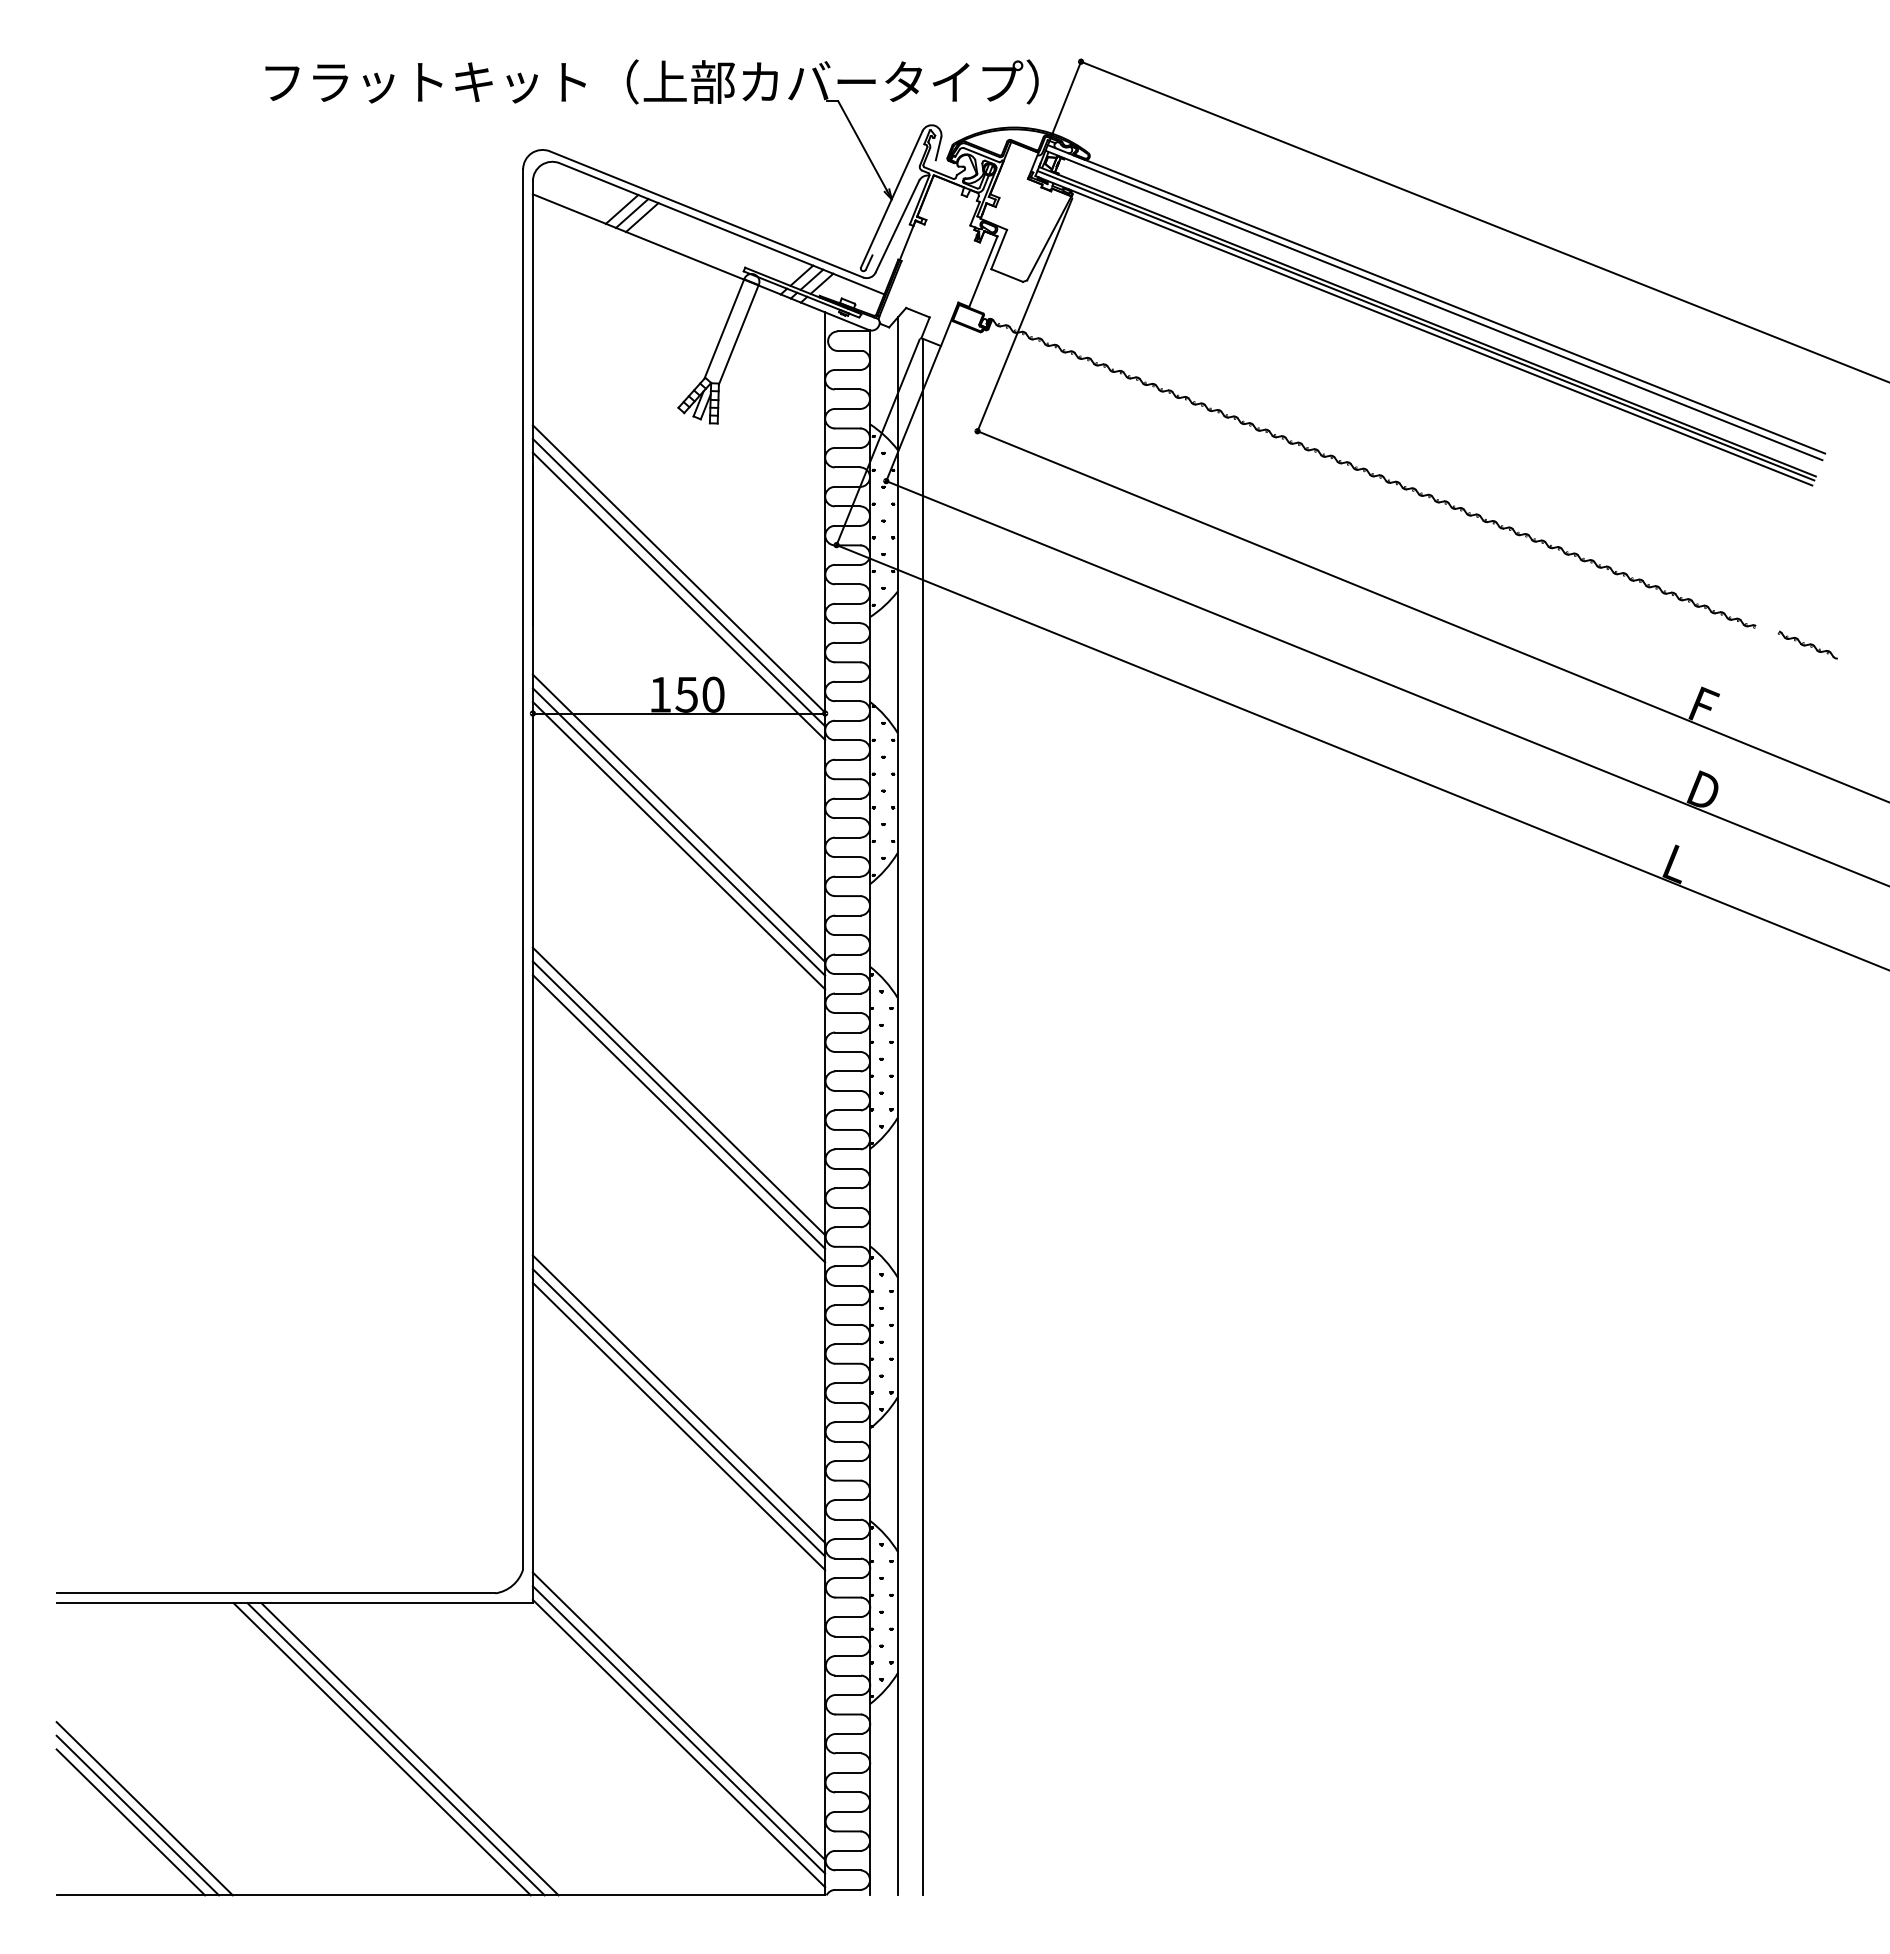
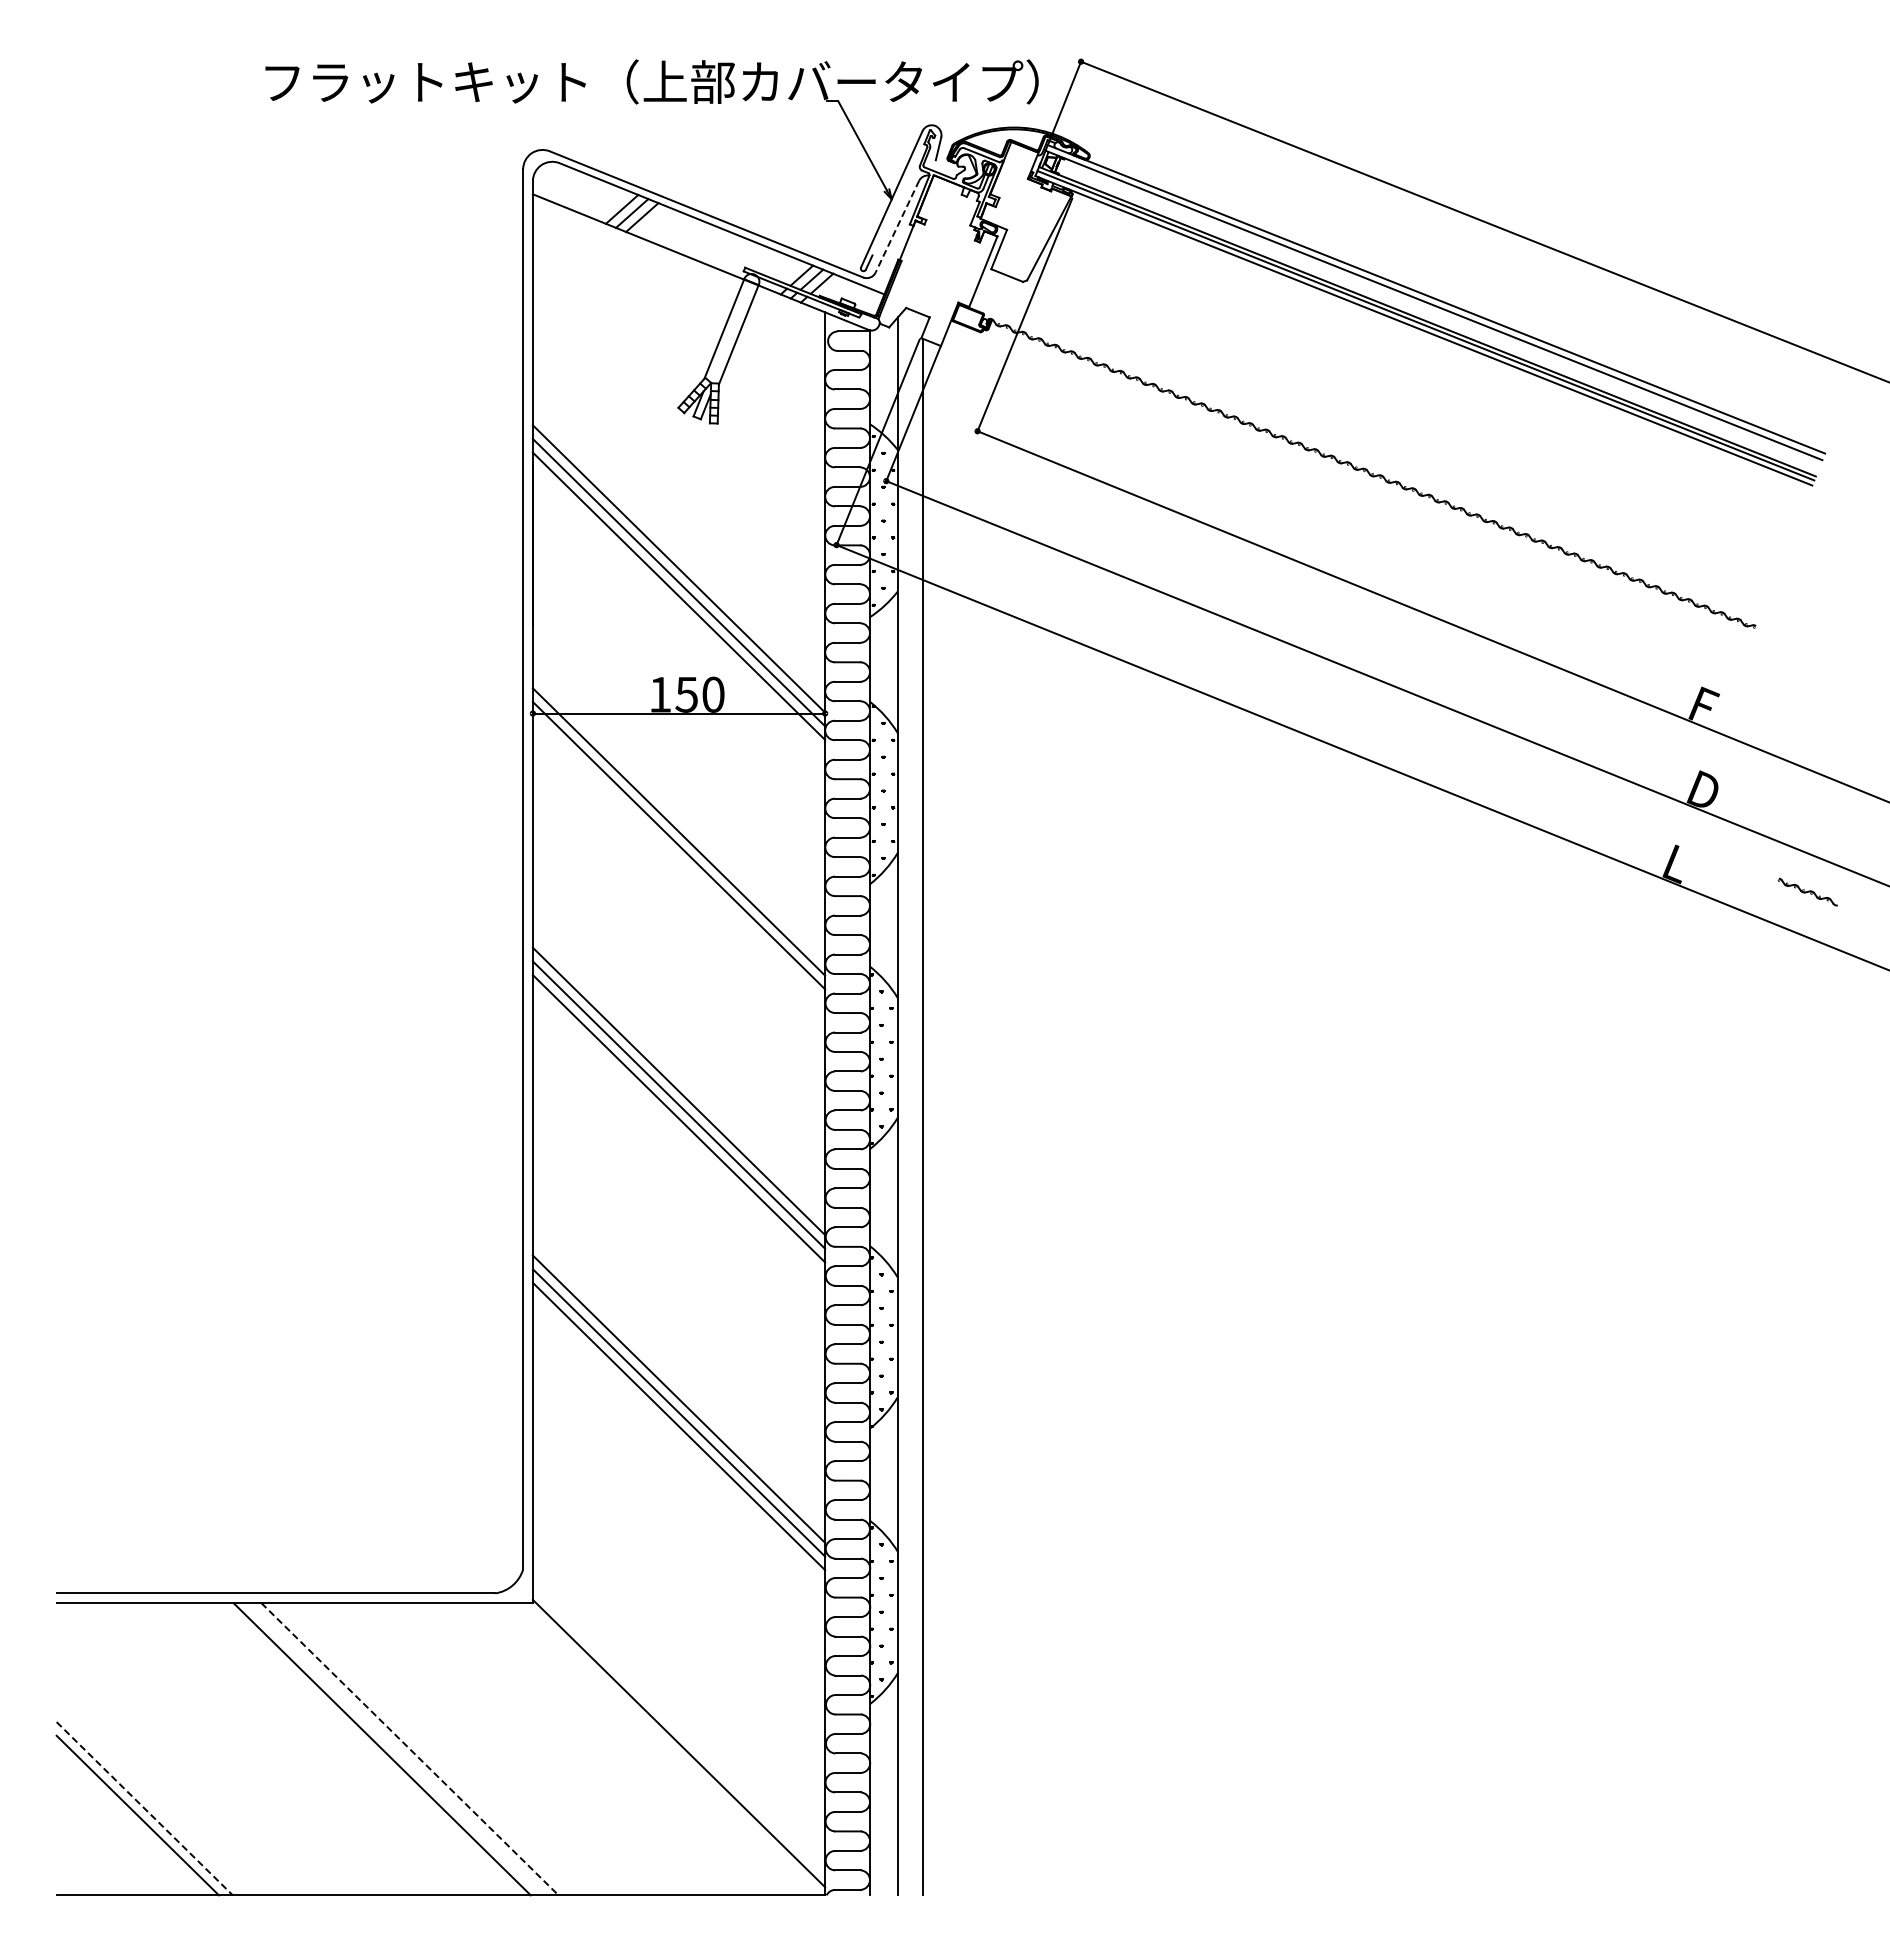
line at (897, 226): solid -> dashed
part at (1807, 644) position: (1807, 644) -> (1807, 891)
line at (678, 818): present -> none
line at (678, 1715): present -> none
line at (678, 1729): present -> none
line at (395, 1749): present -> none
line at (410, 1749): solid -> dashed
line at (144, 1808): solid -> dashed
line at (130, 1822): present -> none
